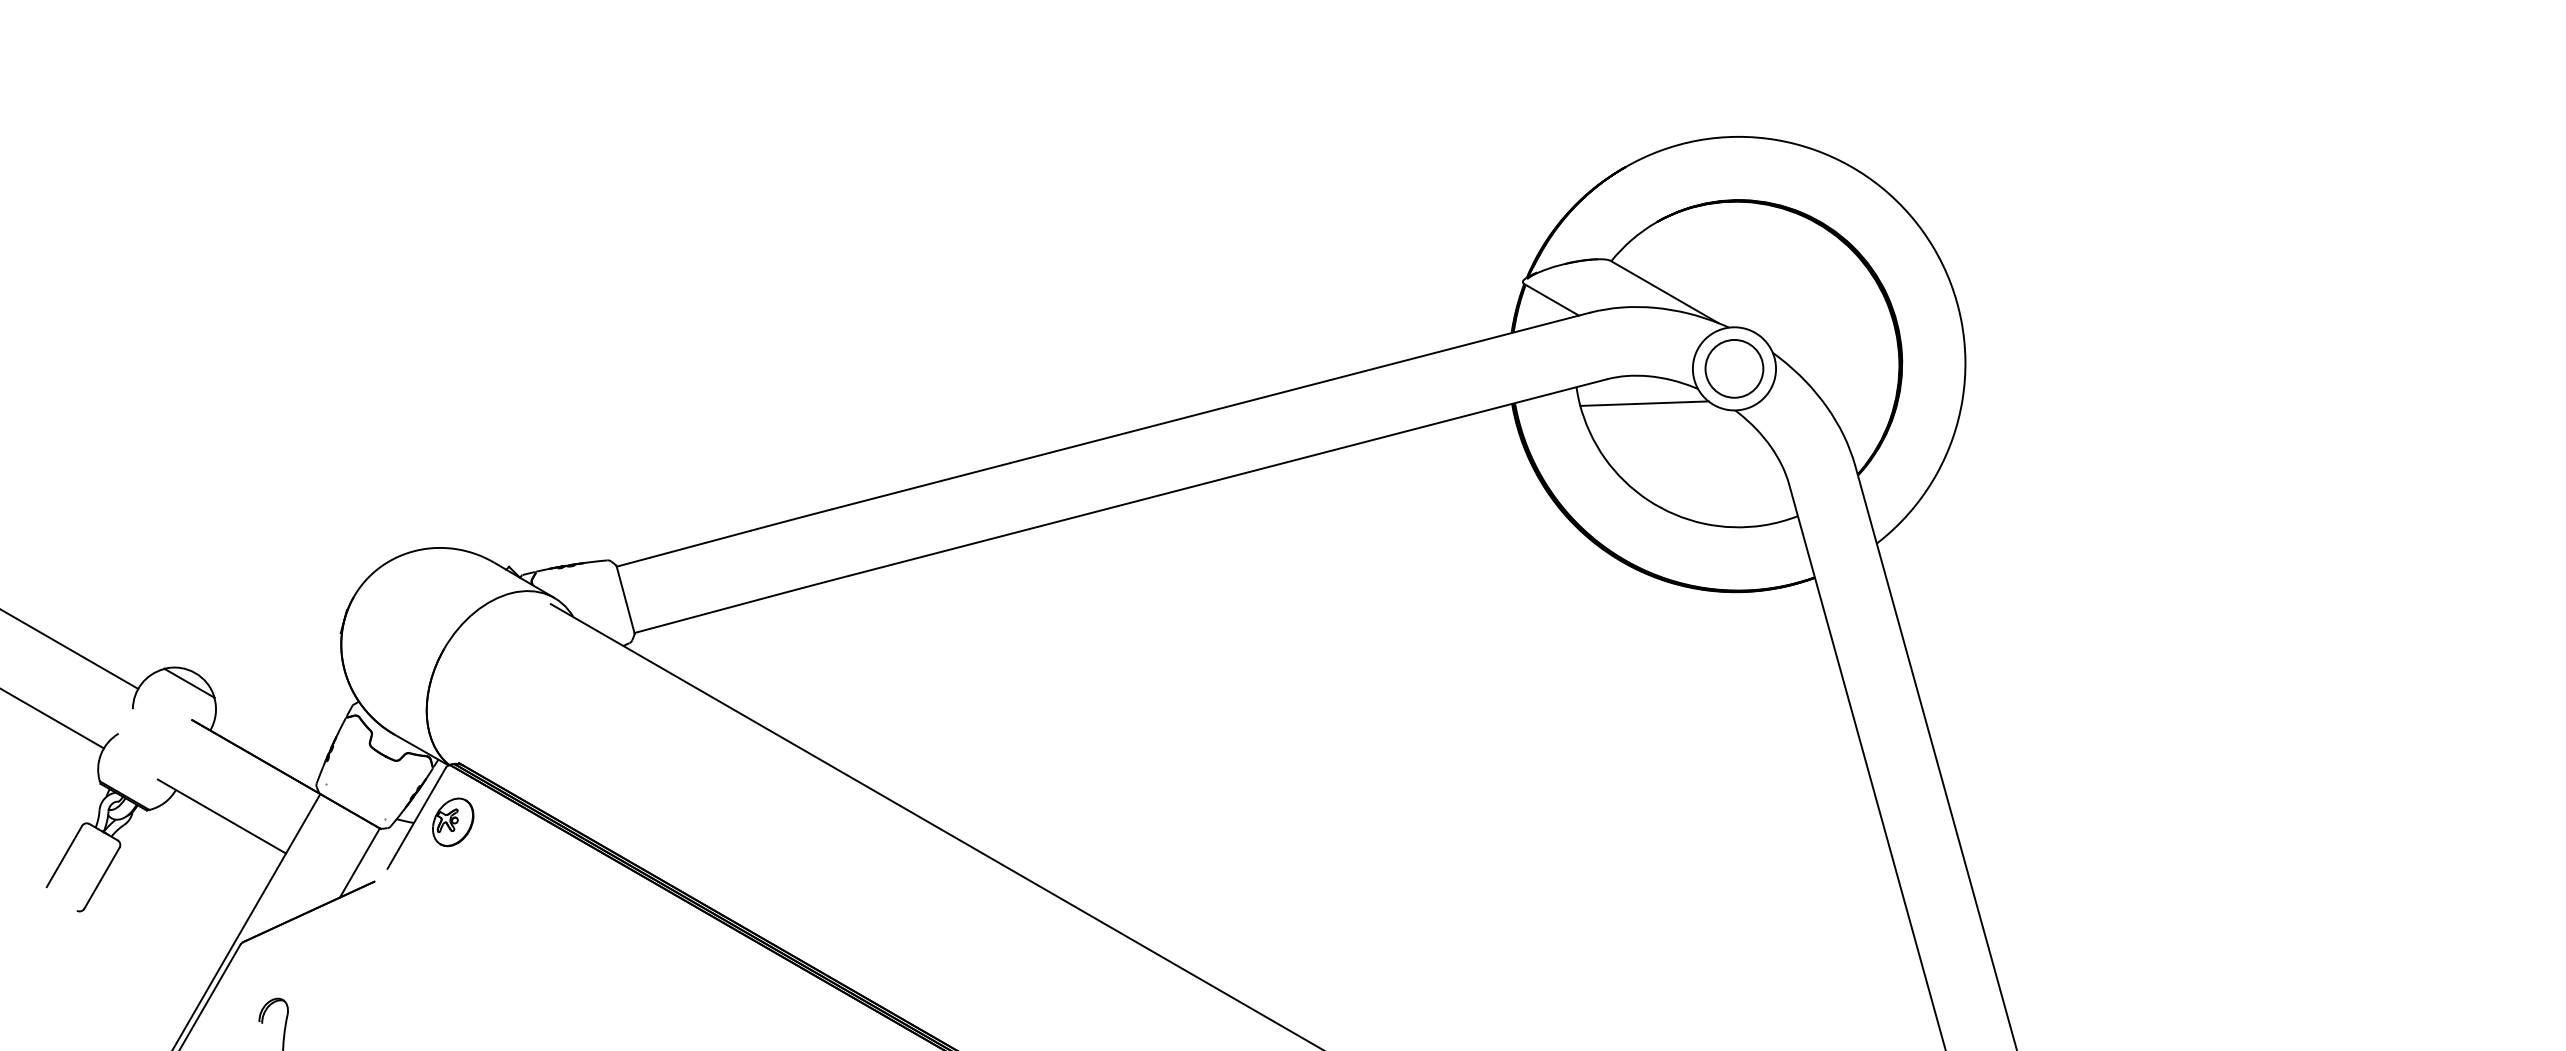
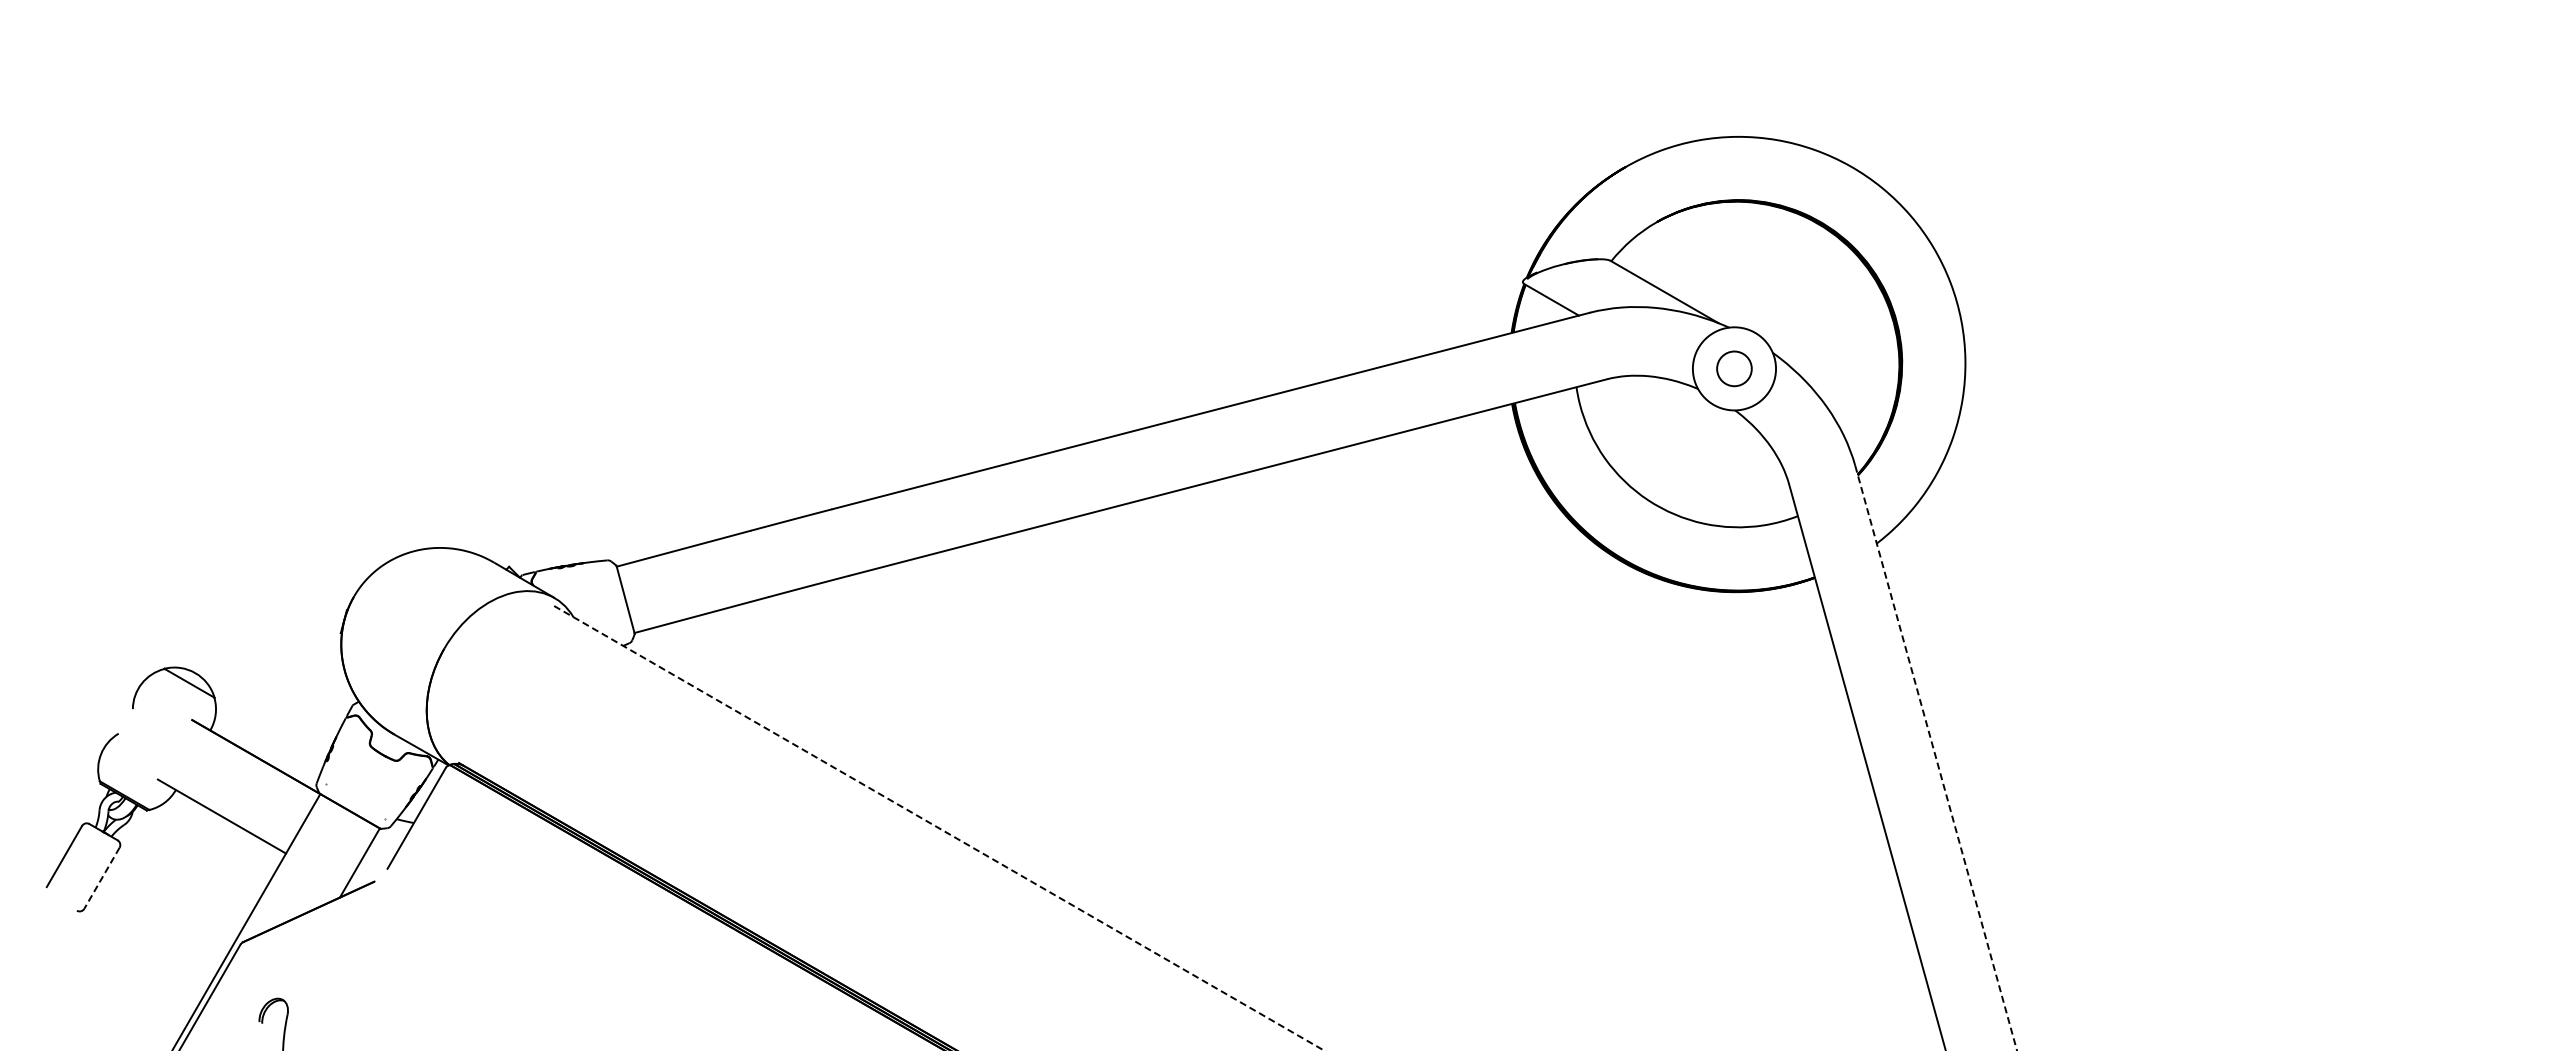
circle at (1734, 368) diameter: 58 px -> 35 px
line at (1644, 403): present -> none
line at (70, 649): present -> none
line at (52, 718): present -> none
line at (1936, 758): solid -> dashed
part at (453, 822): present -> none
line at (937, 827): solid -> dashed
line at (101, 878): solid -> dashed
